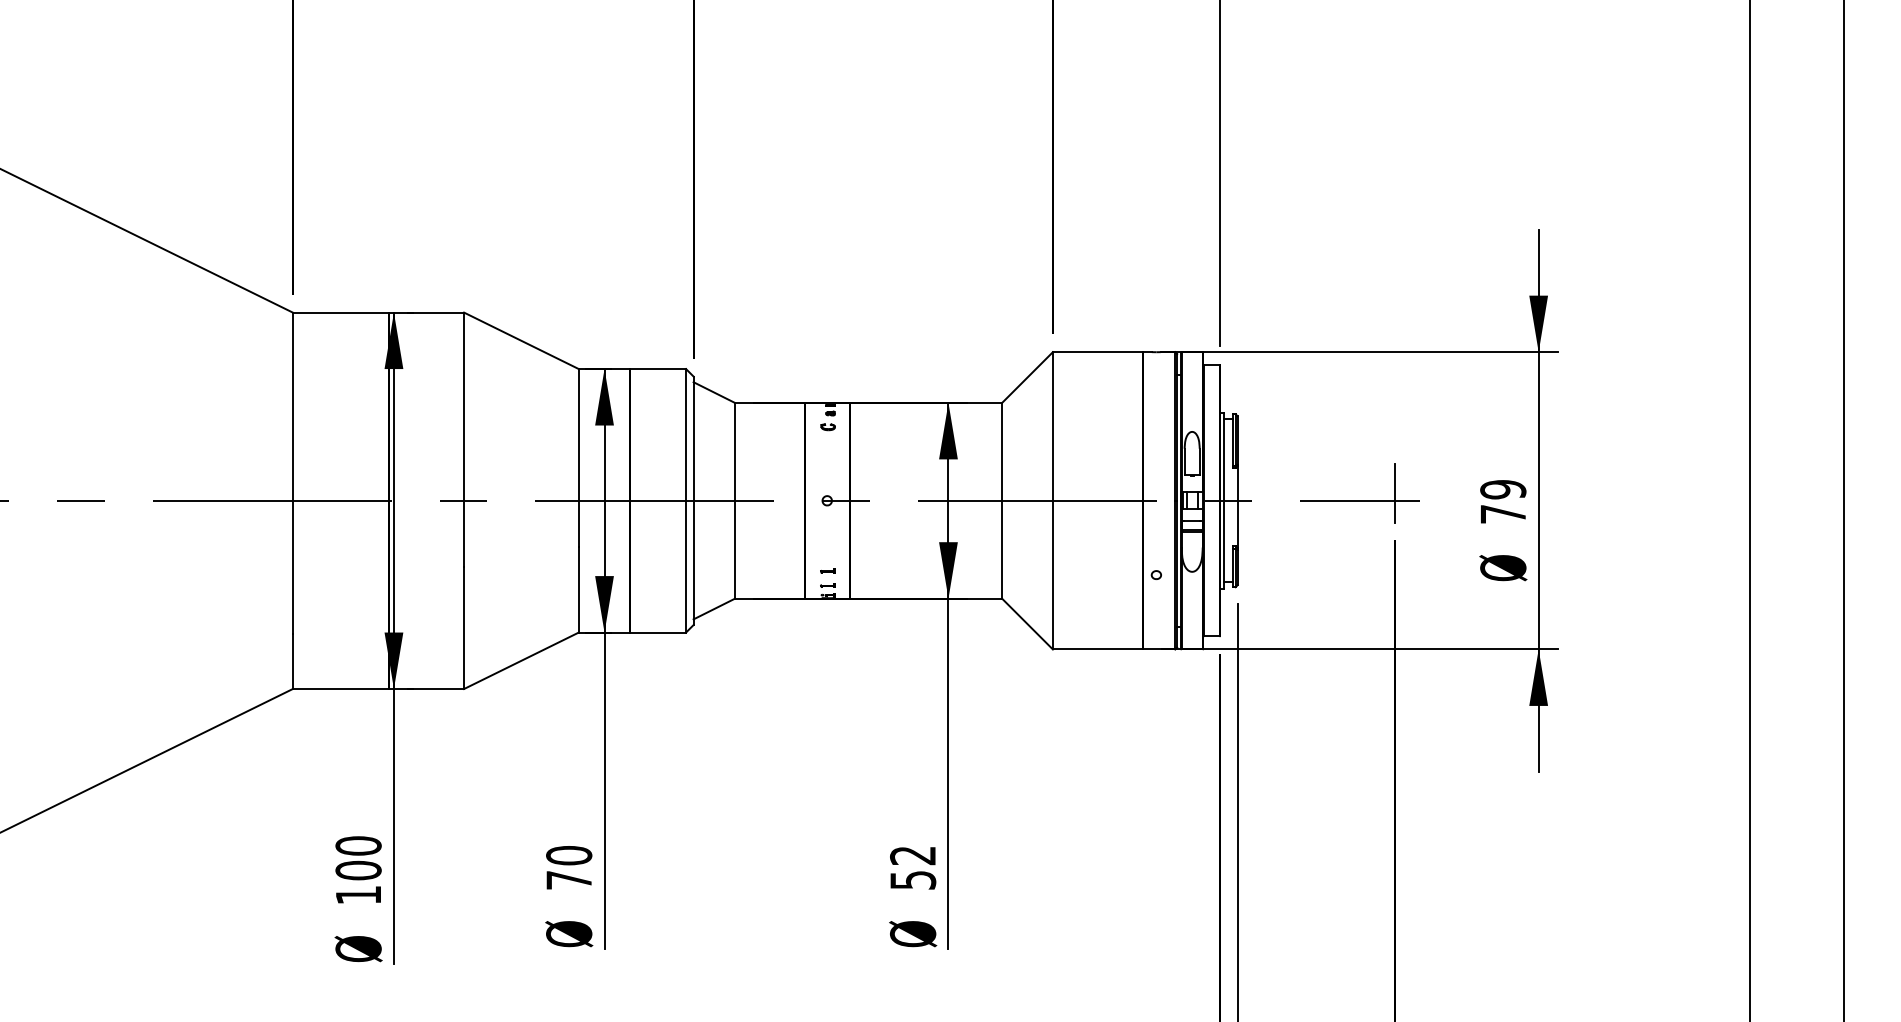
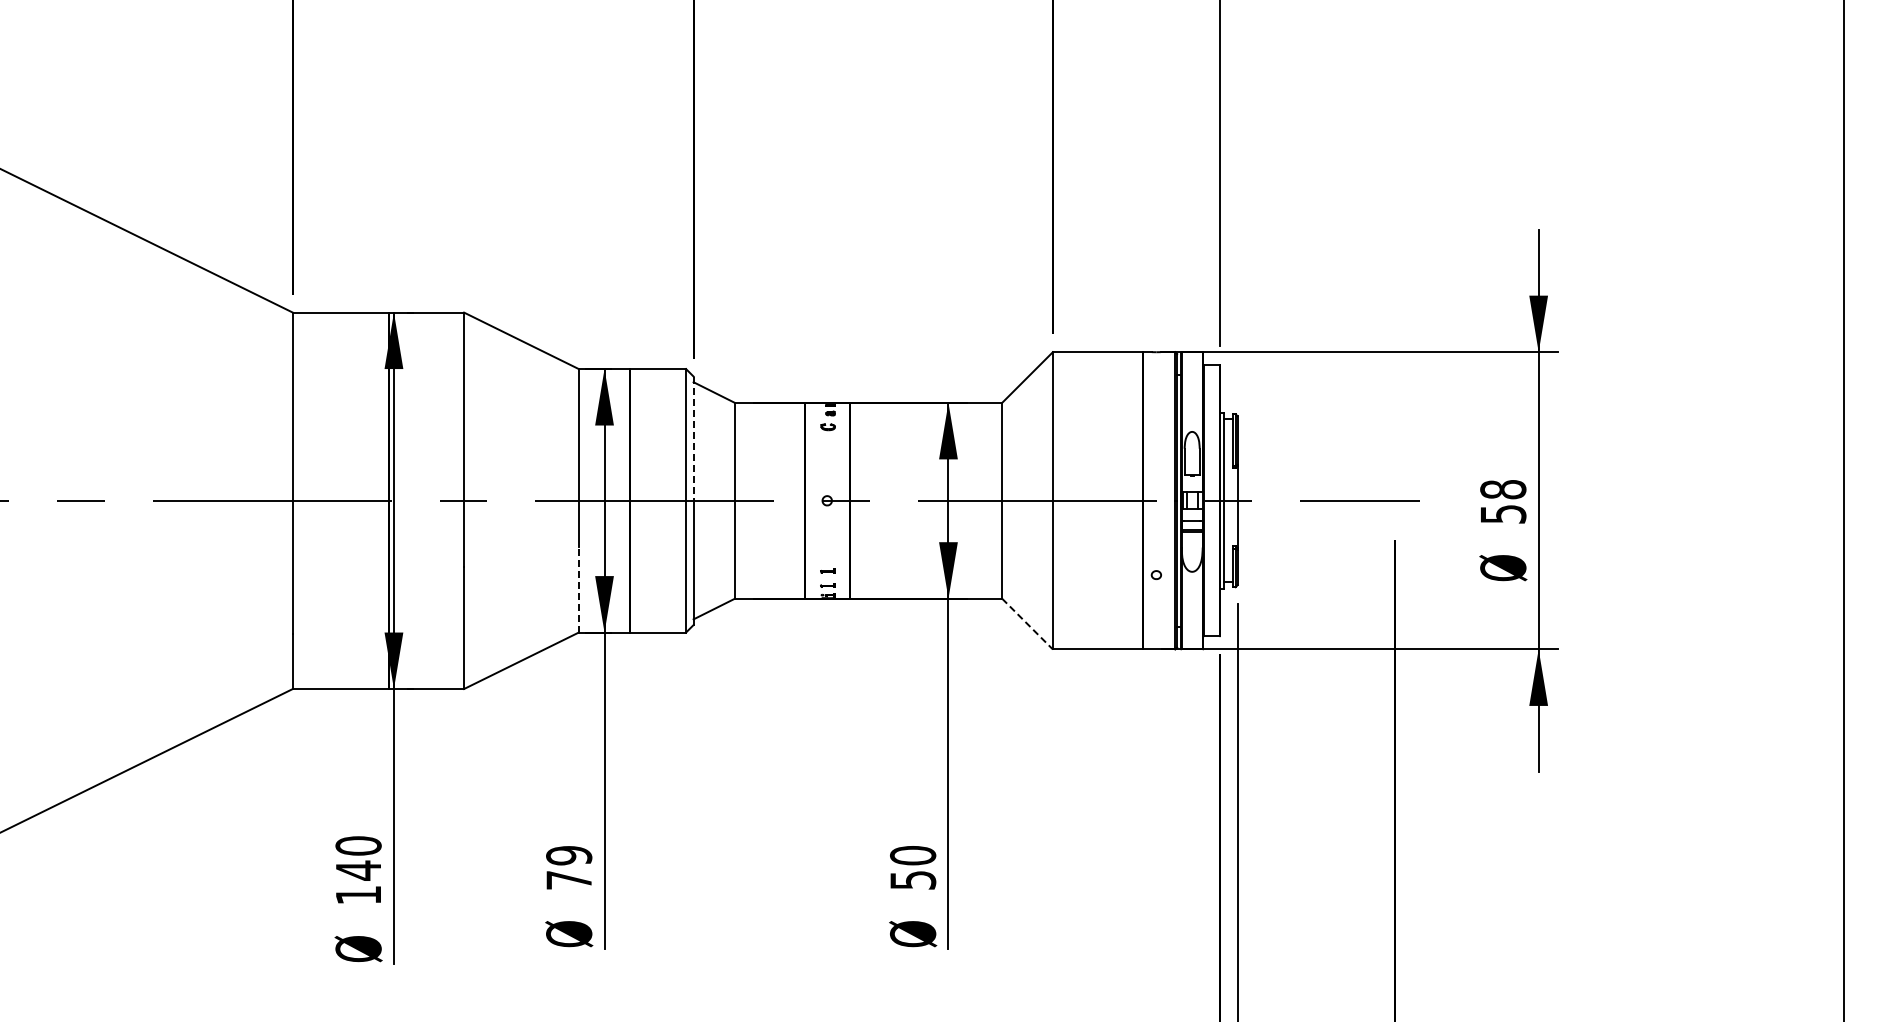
line at (693, 439): solid -> dashed
line at (1395, 493): present -> none
text at (1503, 501): 79 -> 58
line at (1749, 510): present -> none
line at (578, 589): solid -> dashed
line at (1027, 624): solid -> dashed
text at (569, 855): 70 -> 79
text at (913, 855): 52 -> 50
text at (358, 870): 100 -> 140
